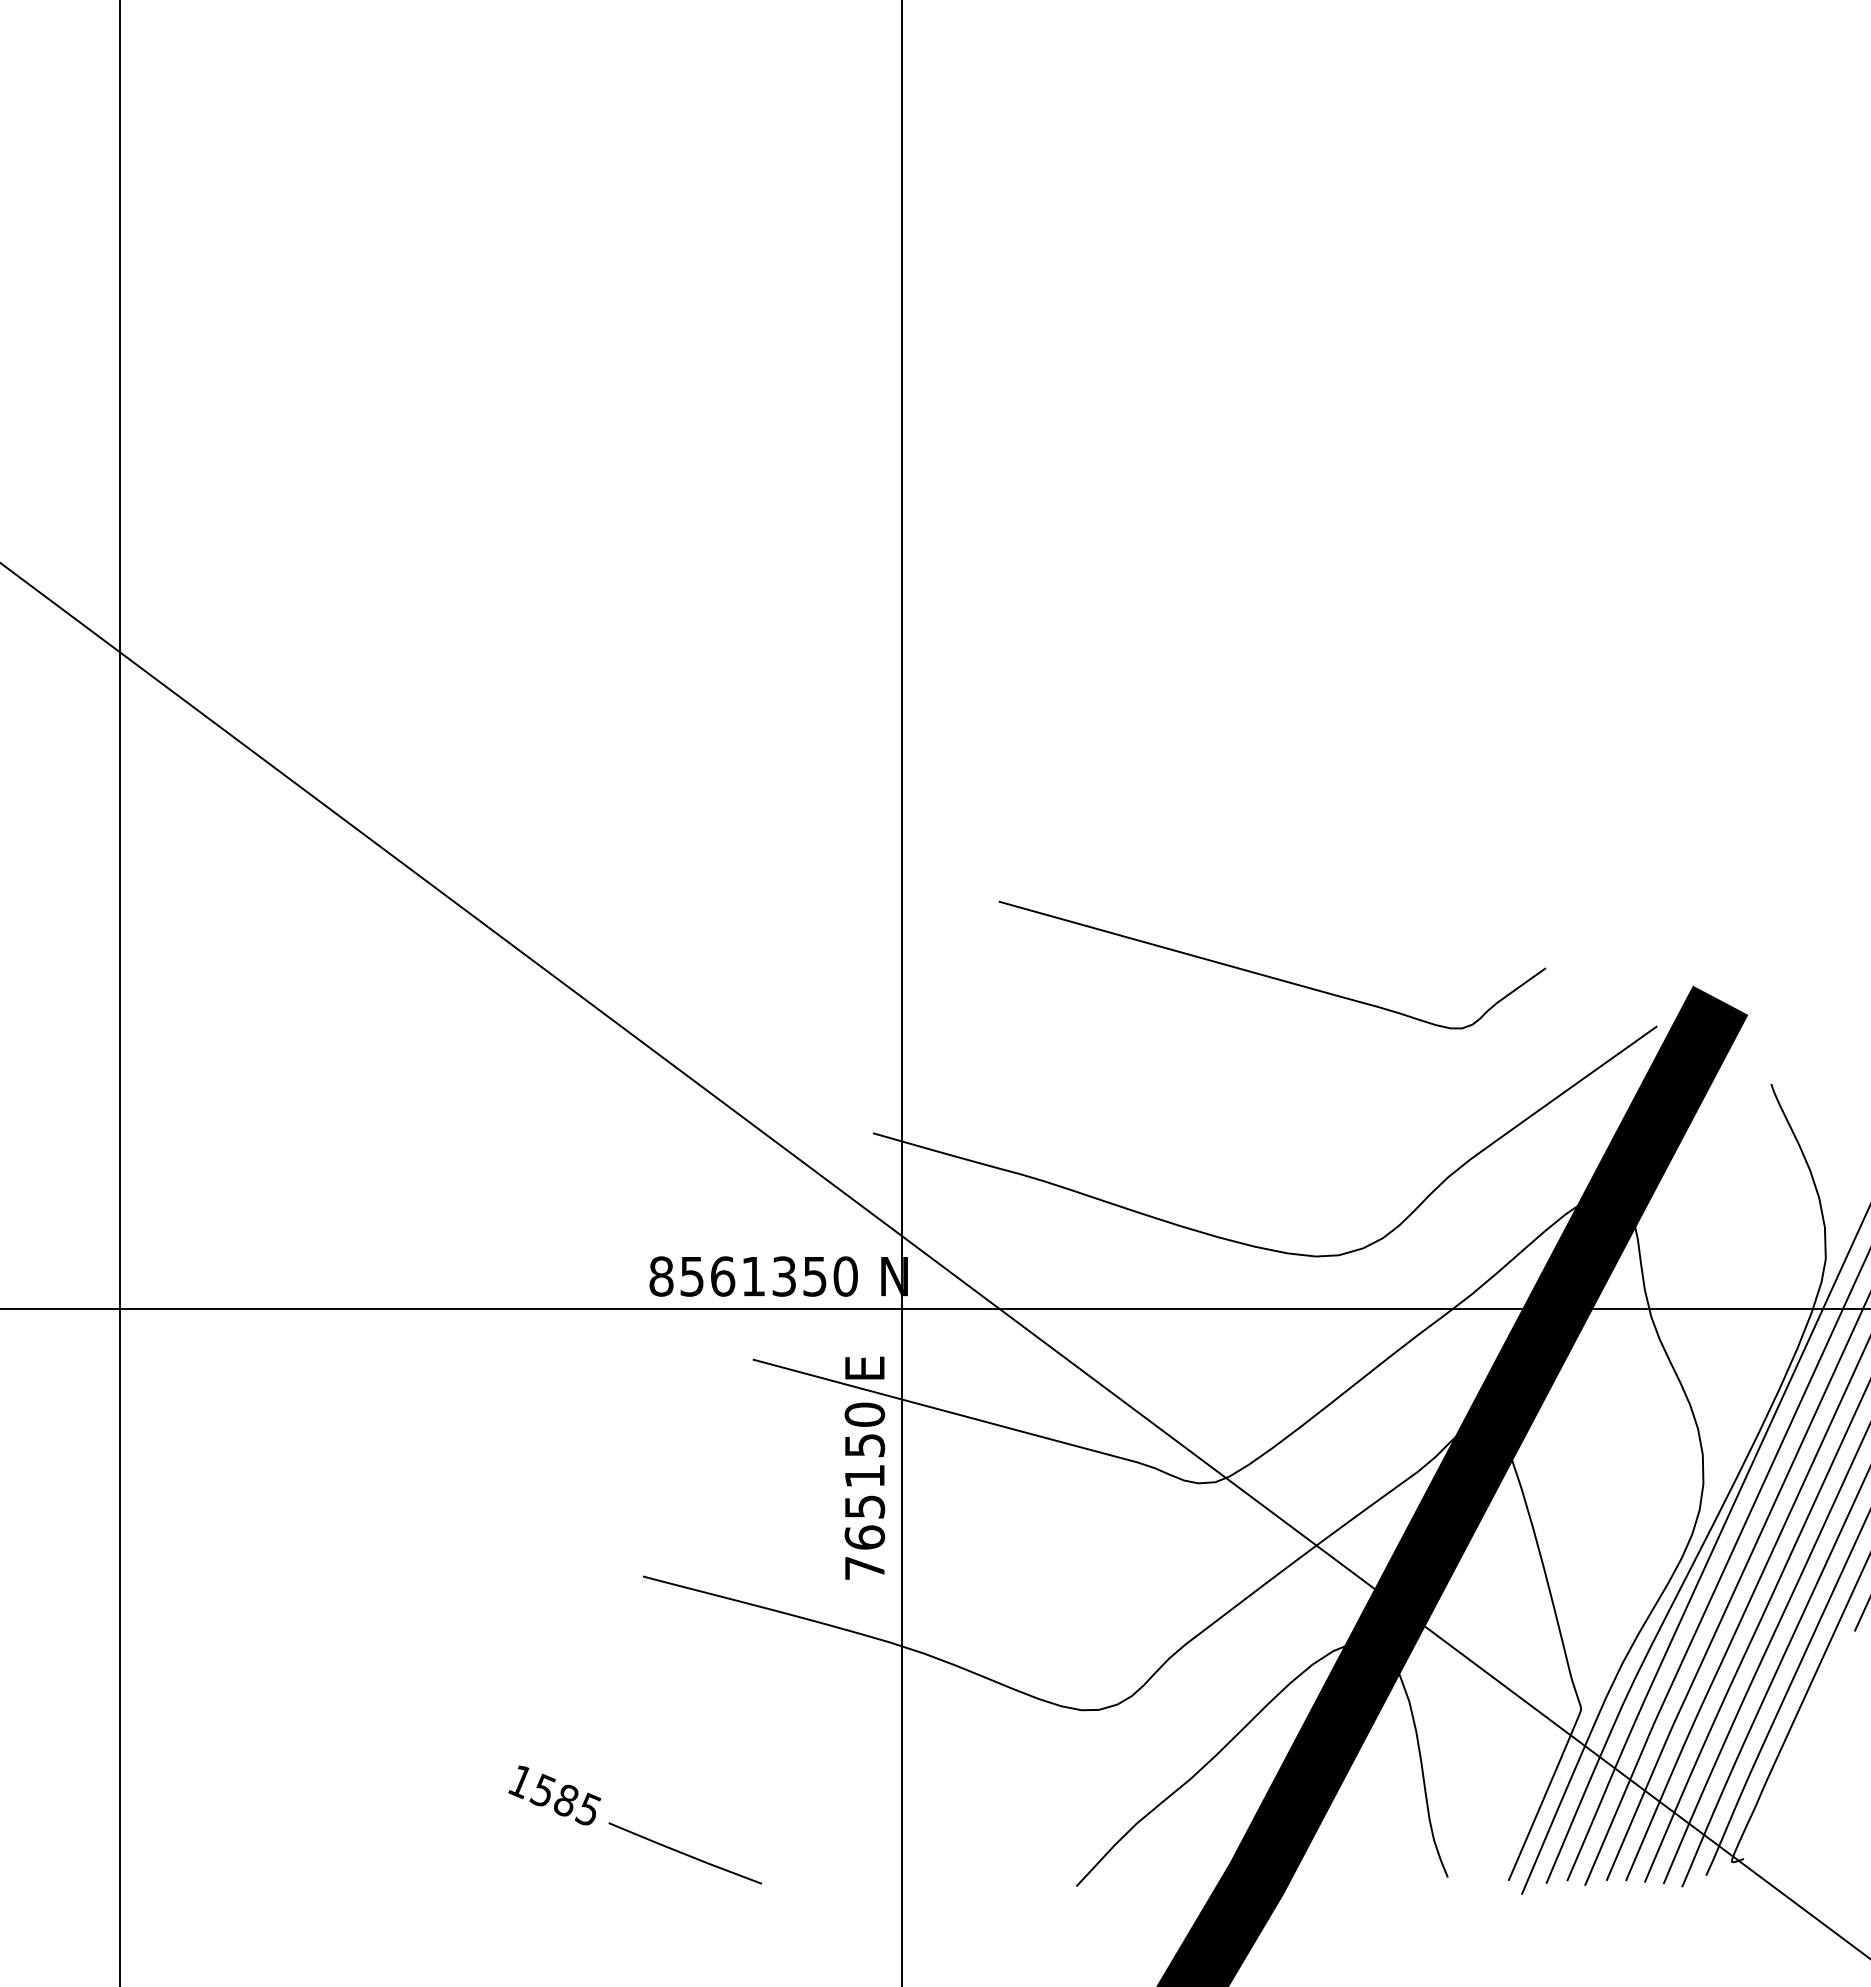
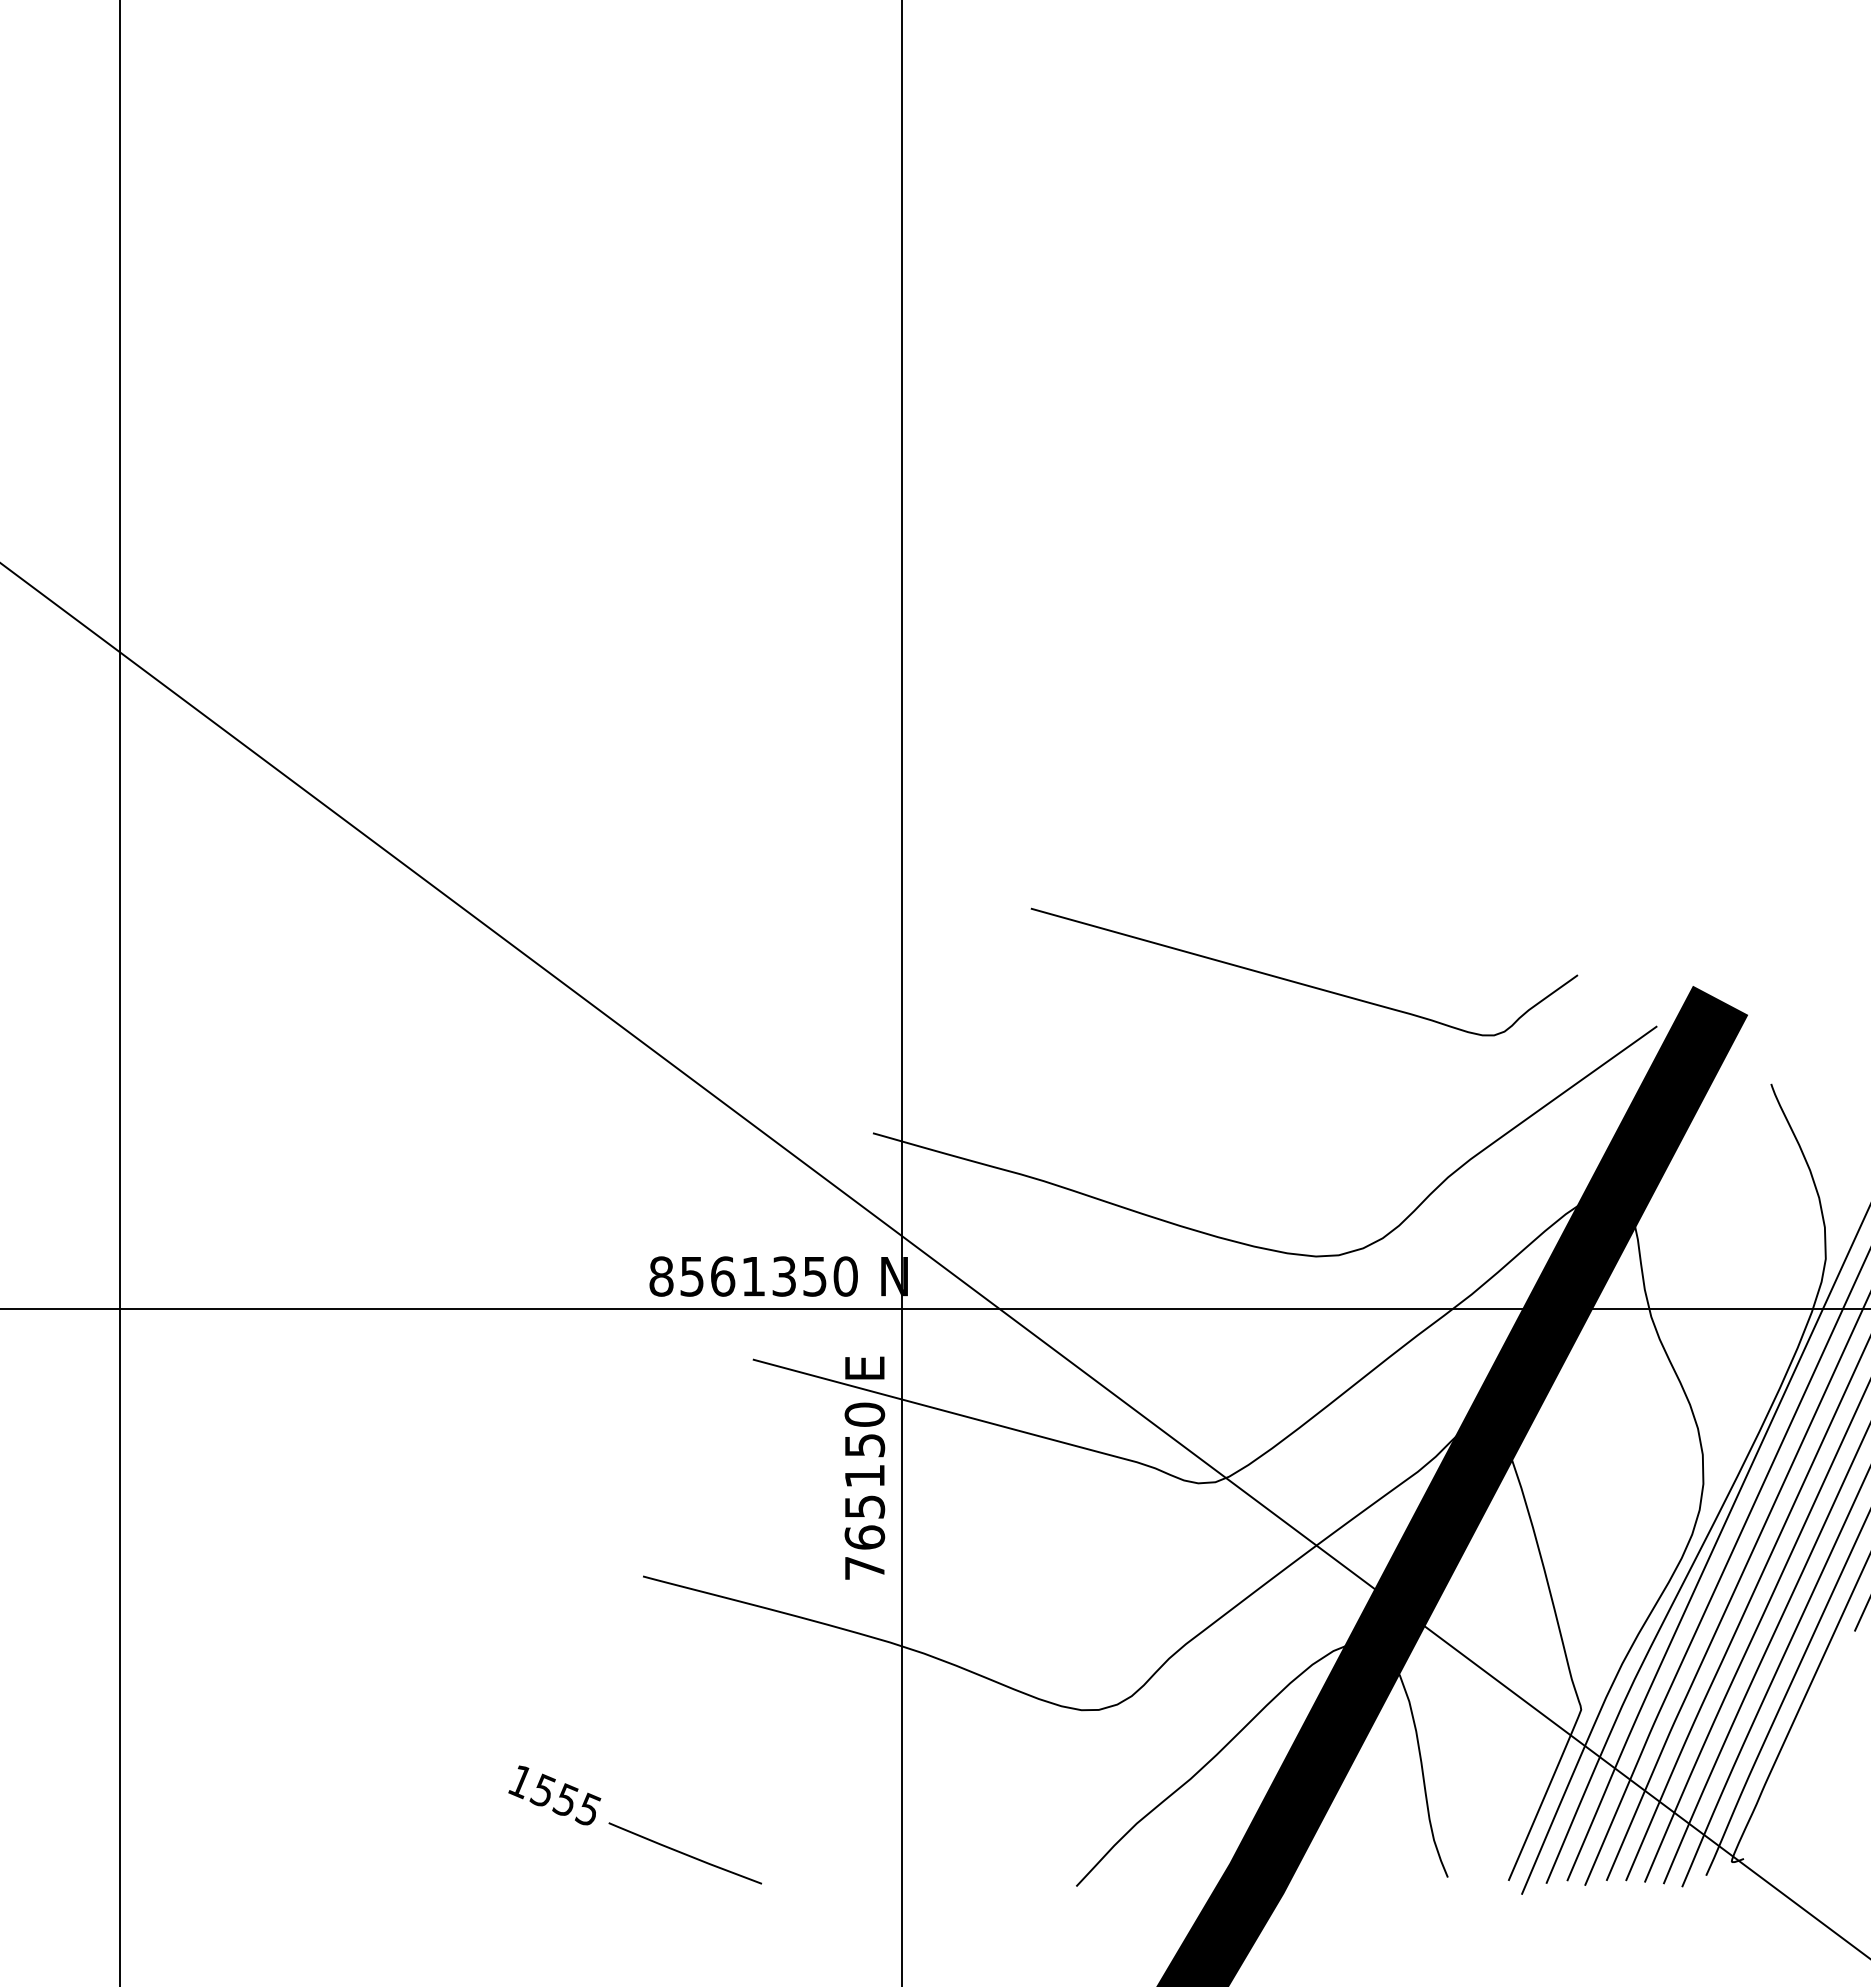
curve at (1268, 975) position: (1268, 975) -> (1300, 982)
text at (565, 1799): 1585 -> 1555
